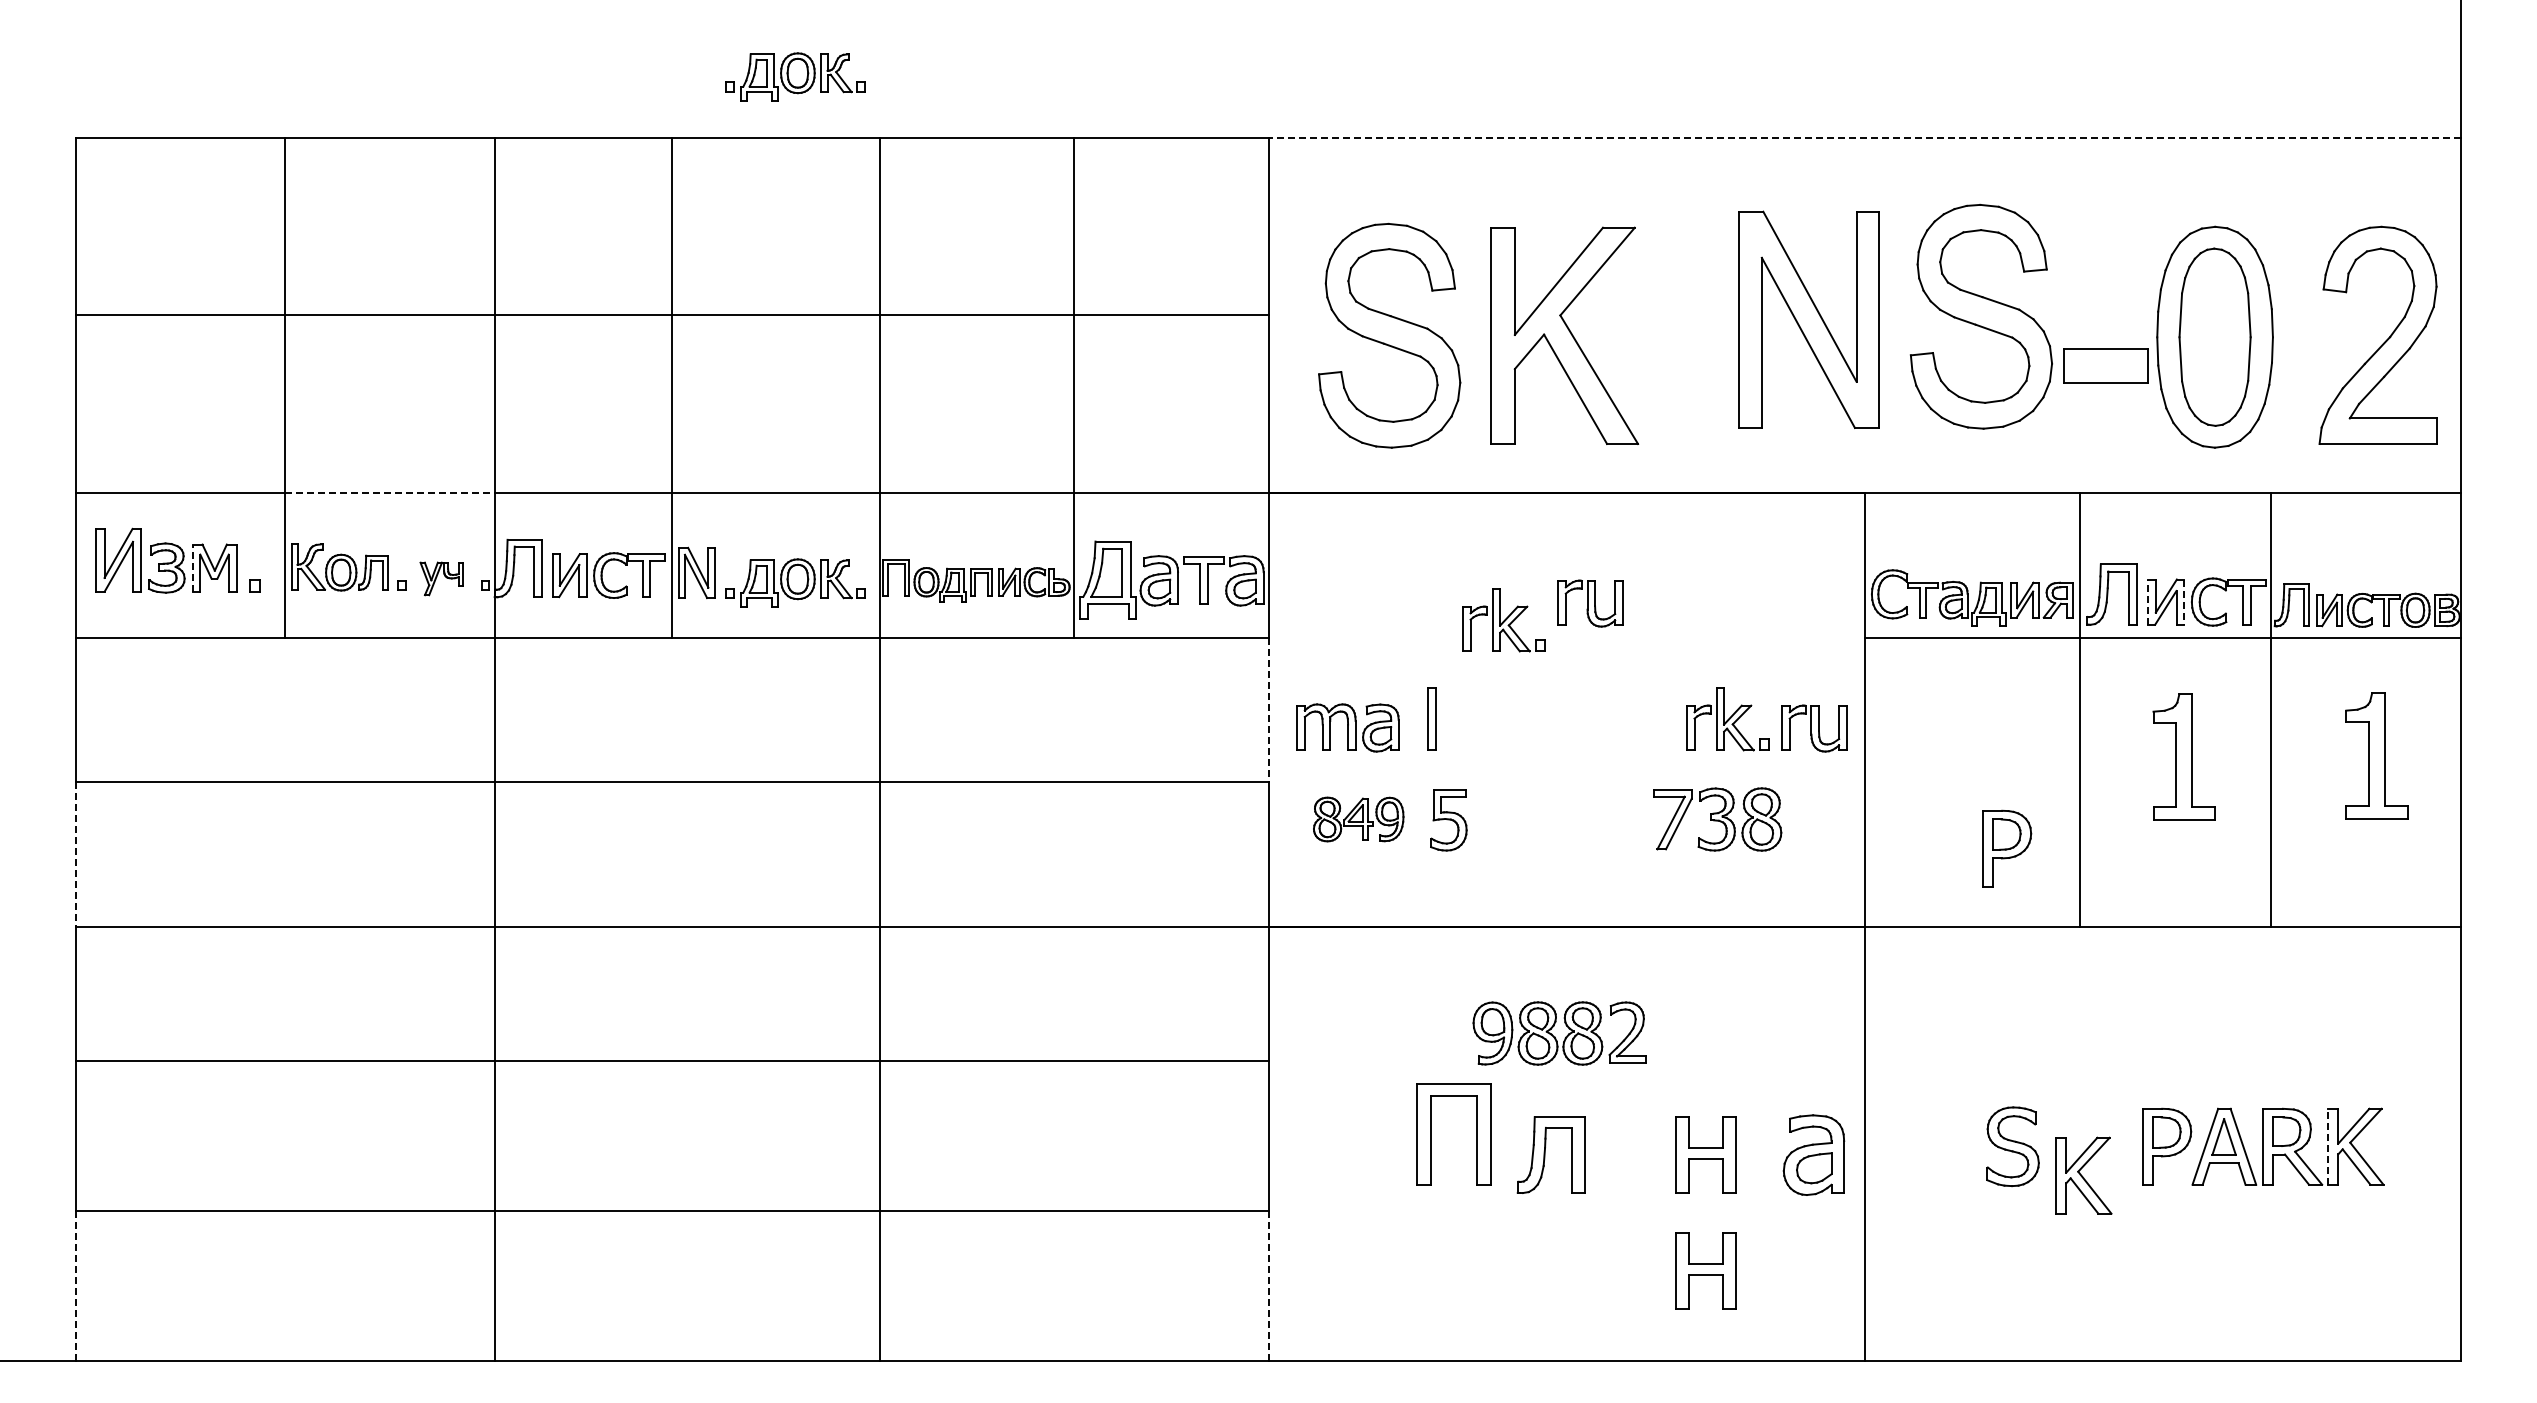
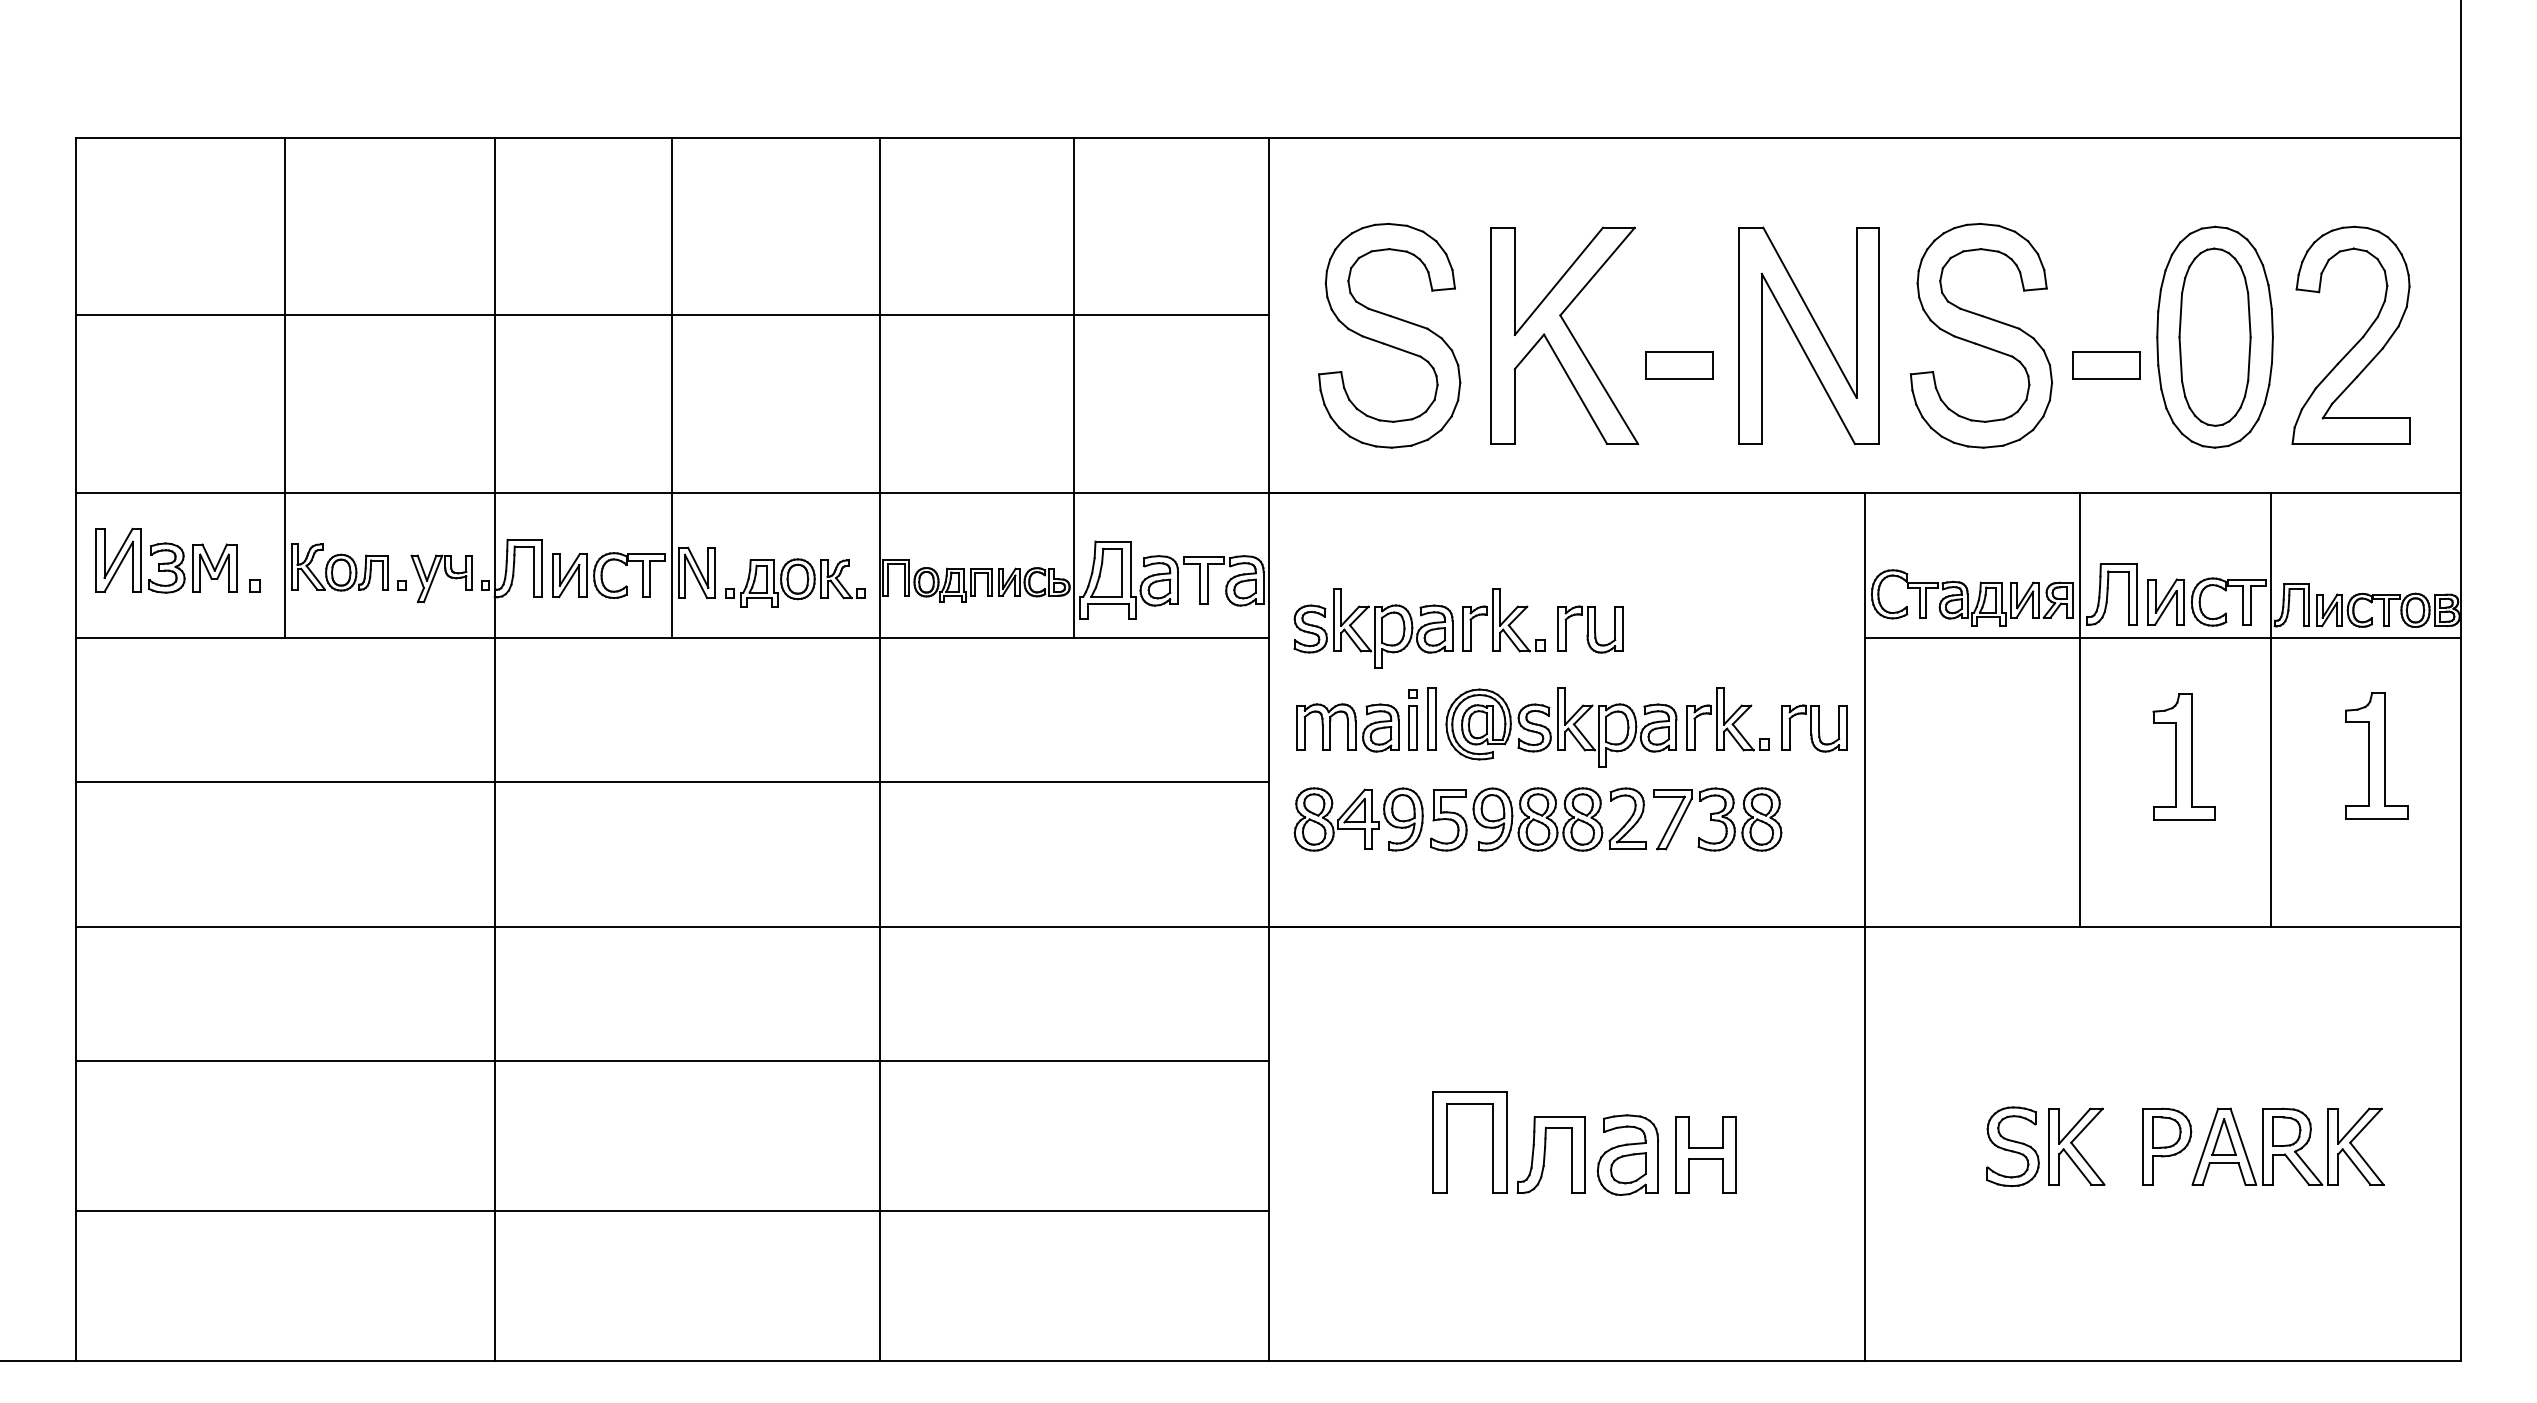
part at (795, 76): present -> none
line at (1864, 137): dashed -> solid
part at (1980, 316) position: (1980, 316) -> (1980, 335)
part at (1808, 319) position: (1808, 319) -> (1808, 335)
part at (2384, 341) position: (2384, 341) -> (2357, 341)
part at (1679, 365): none -> present
part at (2105, 365) size: 86x36 px -> 69x29 px
line at (390, 492): dashed -> solid
line at (192, 568): dashed -> solid
part at (441, 578) size: 45x36 px -> 63x50 px
line at (2148, 602): dashed -> solid
line at (2184, 602): dashed -> solid
part at (1590, 603) position: (1590, 603) -> (1590, 629)
part at (1373, 628): none -> present
line at (1268, 710): dashed -> solid
part at (1412, 719): none -> present
part at (1561, 727): none -> present
part at (1358, 819) size: 92x47 px -> 131x65 px
part at (2007, 848): present -> none
line at (76, 855): dashed -> solid
part at (1559, 1033) position: (1559, 1033) -> (1559, 819)
part at (1431, 1134) position: (1431, 1134) -> (1447, 1142)
line at (2328, 1146): dashed -> solid
part at (1813, 1154) position: (1813, 1154) -> (1627, 1154)
part at (2083, 1175) position: (2083, 1175) -> (2076, 1146)
part at (1705, 1270): present -> none
line at (76, 1285): dashed -> solid
line at (1268, 1285): dashed -> solid
